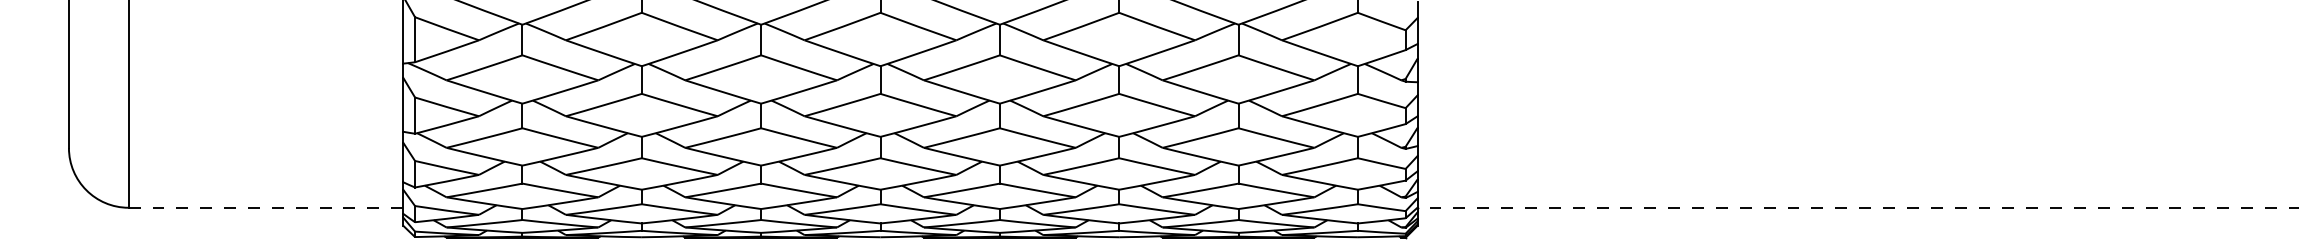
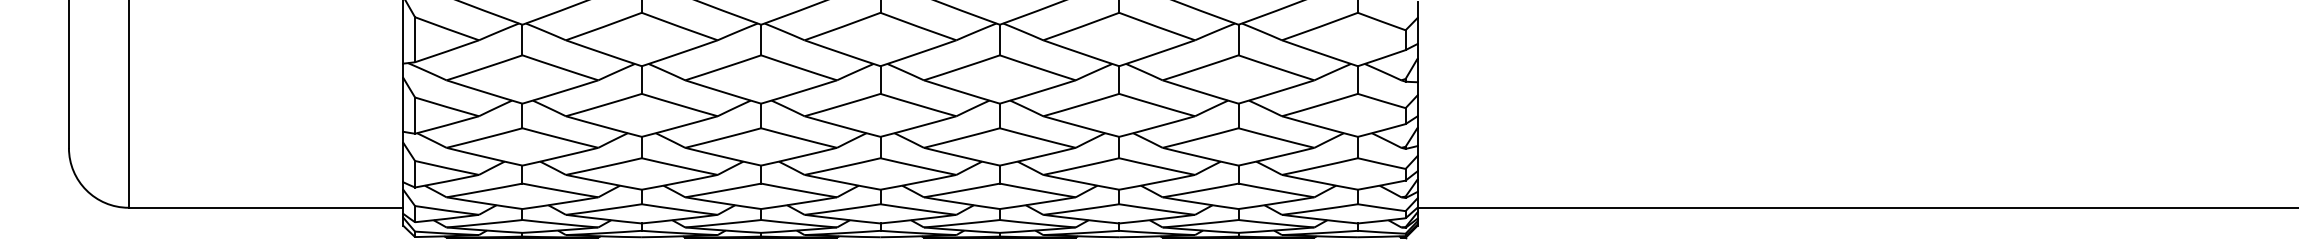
line at (265, 207): dashed -> solid
line at (1857, 207): dashed -> solid
